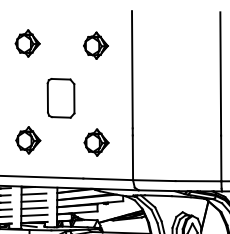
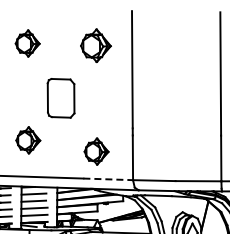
part at (95, 45) size: 26x29 px -> 32x36 px
part at (96, 142) position: (96, 142) -> (96, 151)
line at (108, 179): solid -> dashed
